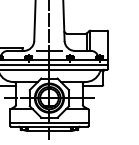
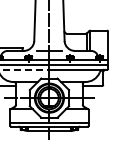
line at (25, 69): solid -> dashed
